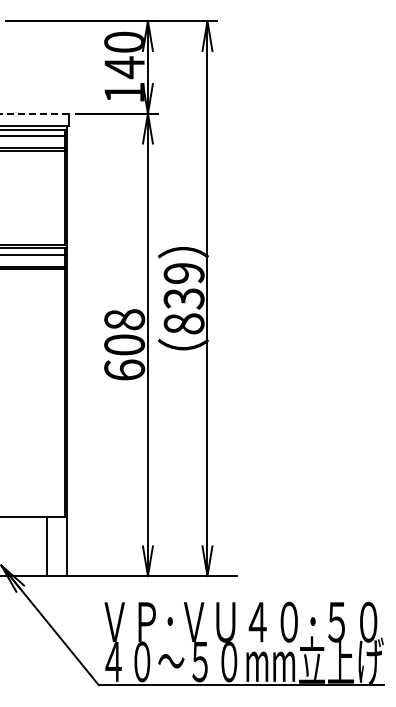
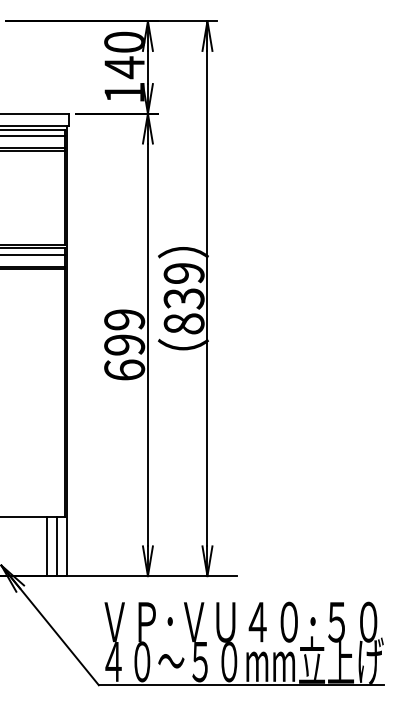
line at (34, 113): dashed -> solid
text at (124, 332): 608 -> 699
line at (57, 546): none -> present
